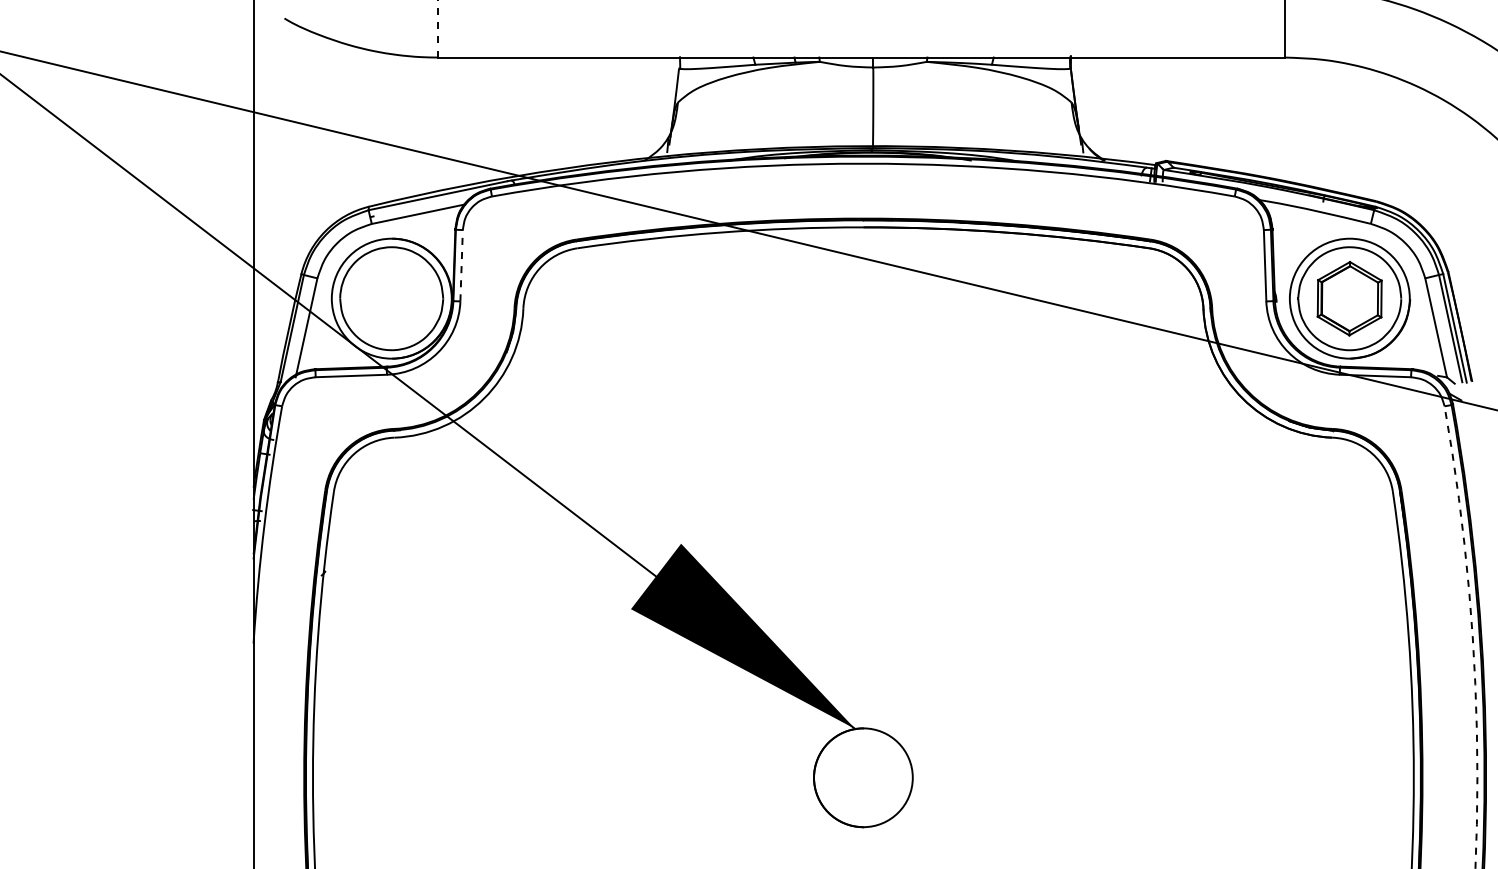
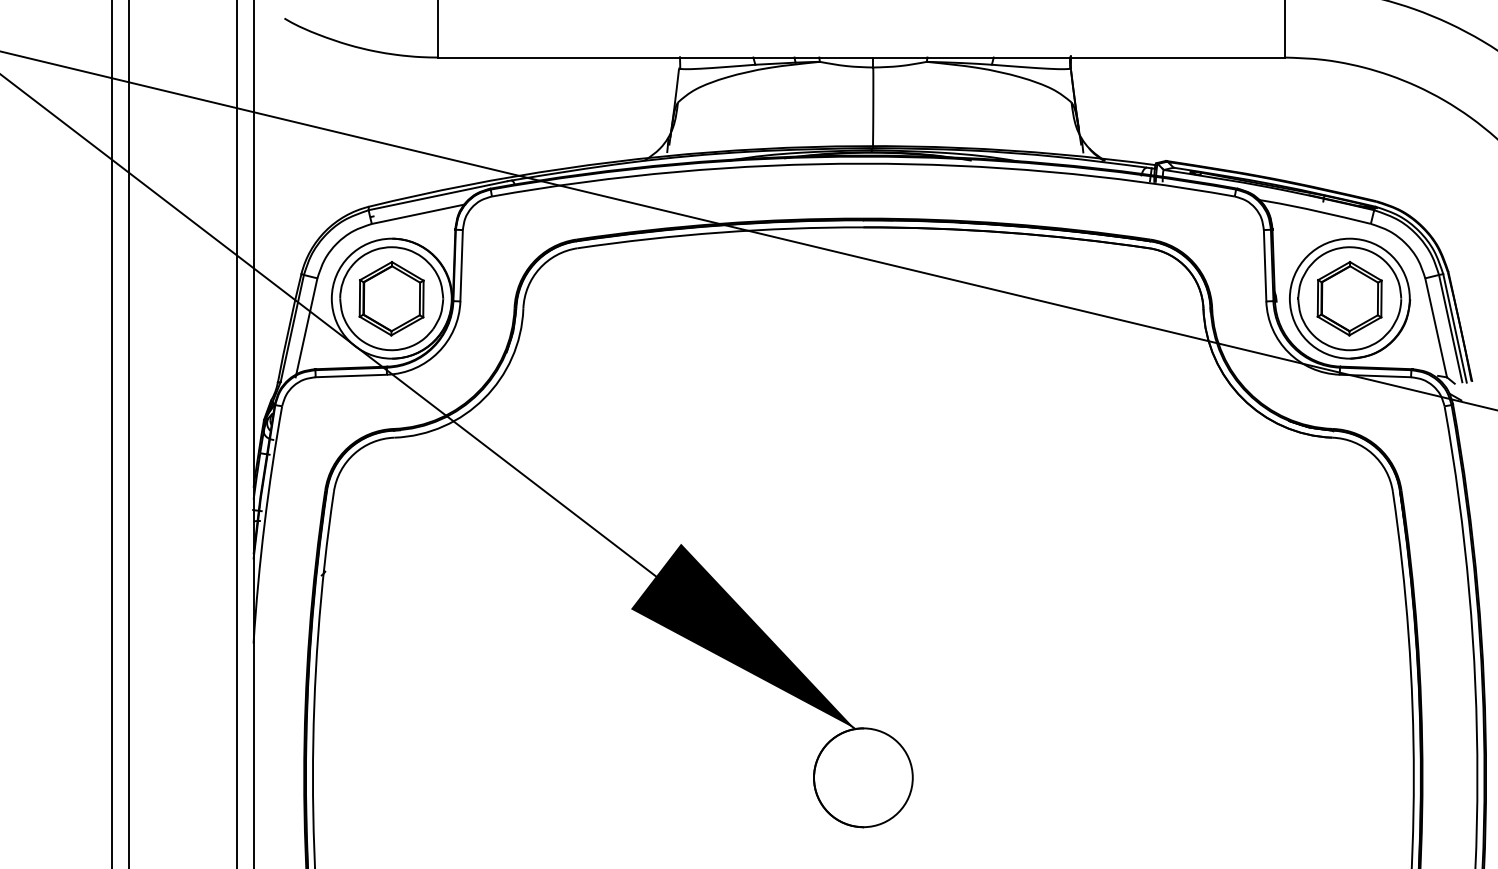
line at (438, 28): dashed -> solid
line at (461, 265): dashed -> solid
part at (391, 298): none -> present
line at (112, 433): none -> present
line at (129, 433): none -> present
line at (236, 433): none -> present
arc at (1472, 637): dashed -> solid
